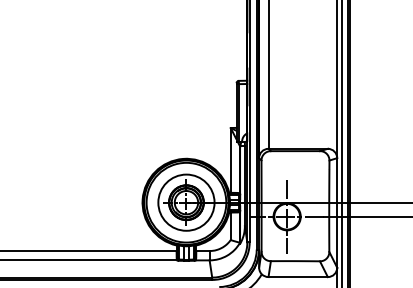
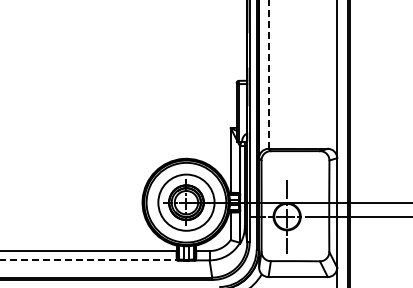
line at (268, 74): solid -> dashed
line at (341, 143): present -> none
line at (89, 260): solid -> dashed
